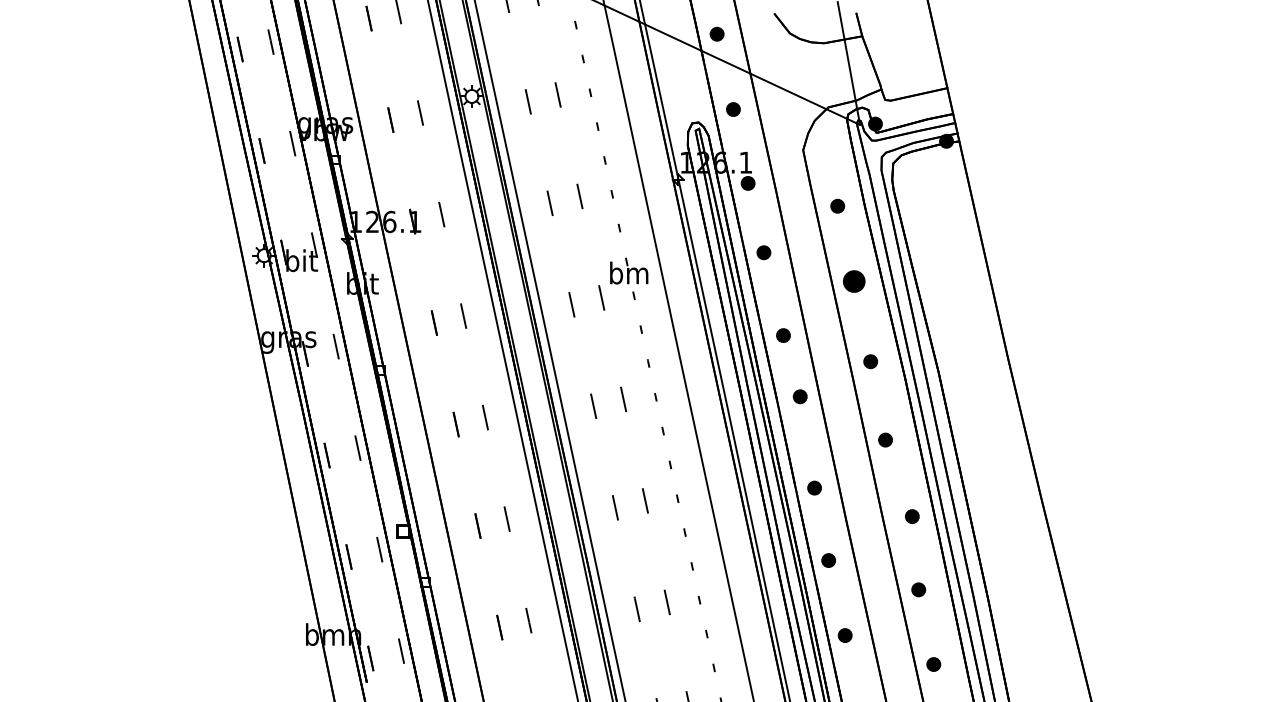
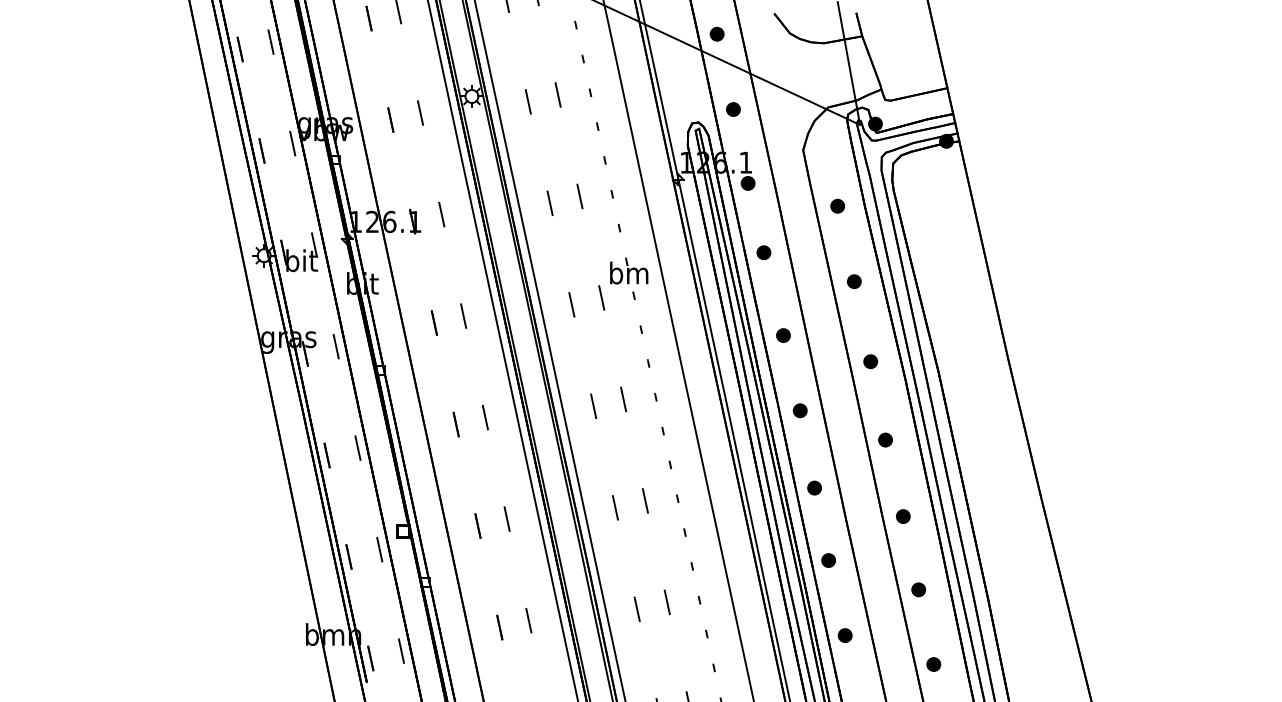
part at (854, 281) size: 23x23 px -> 15x16 px
part at (799, 396) position: (799, 396) -> (799, 410)
part at (912, 516) position: (912, 516) -> (903, 516)
